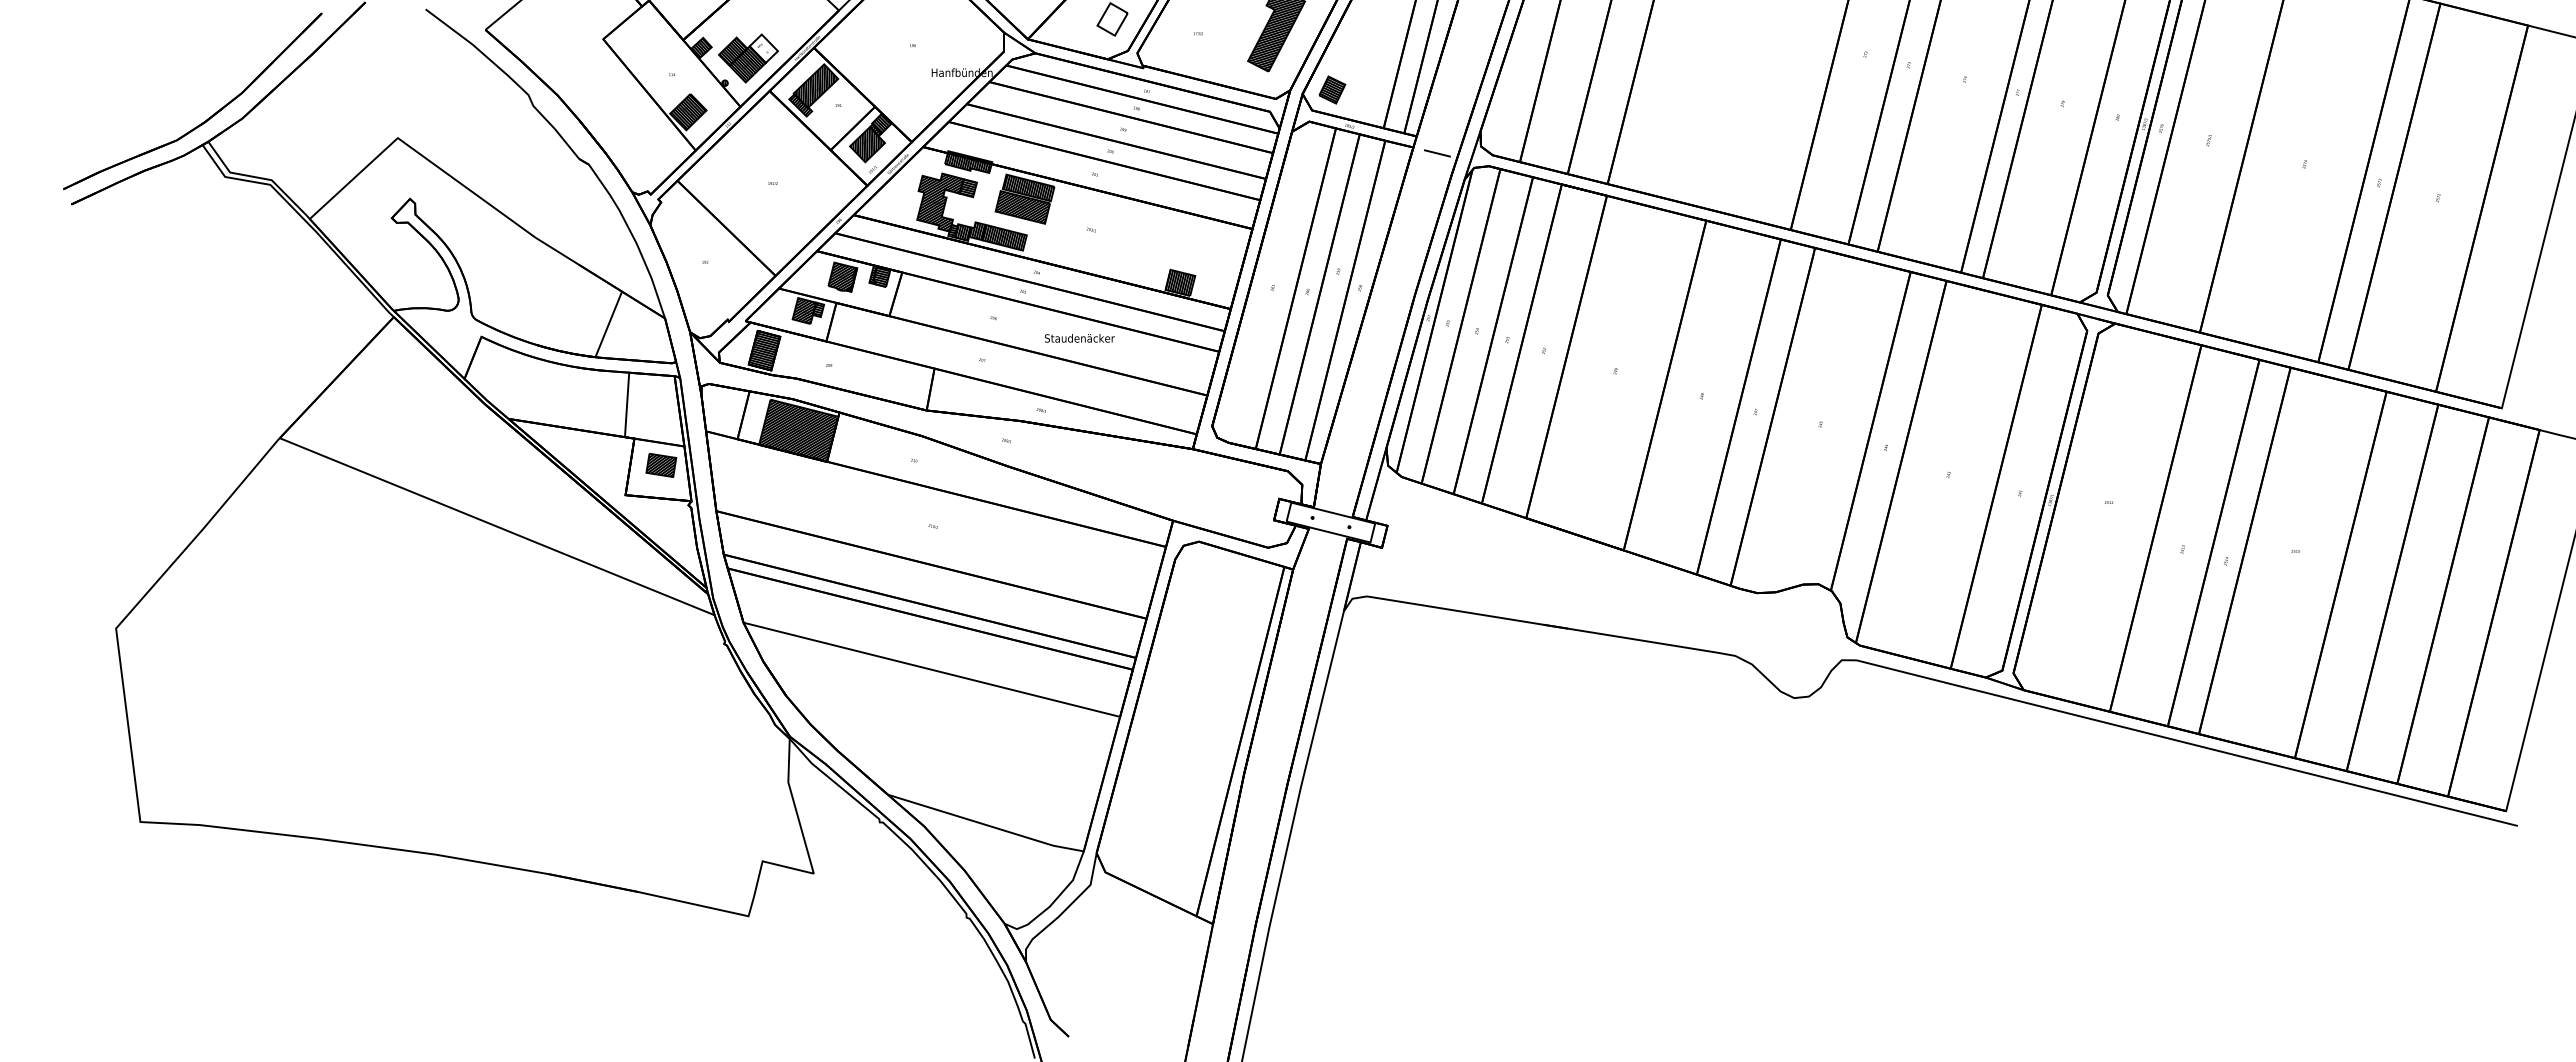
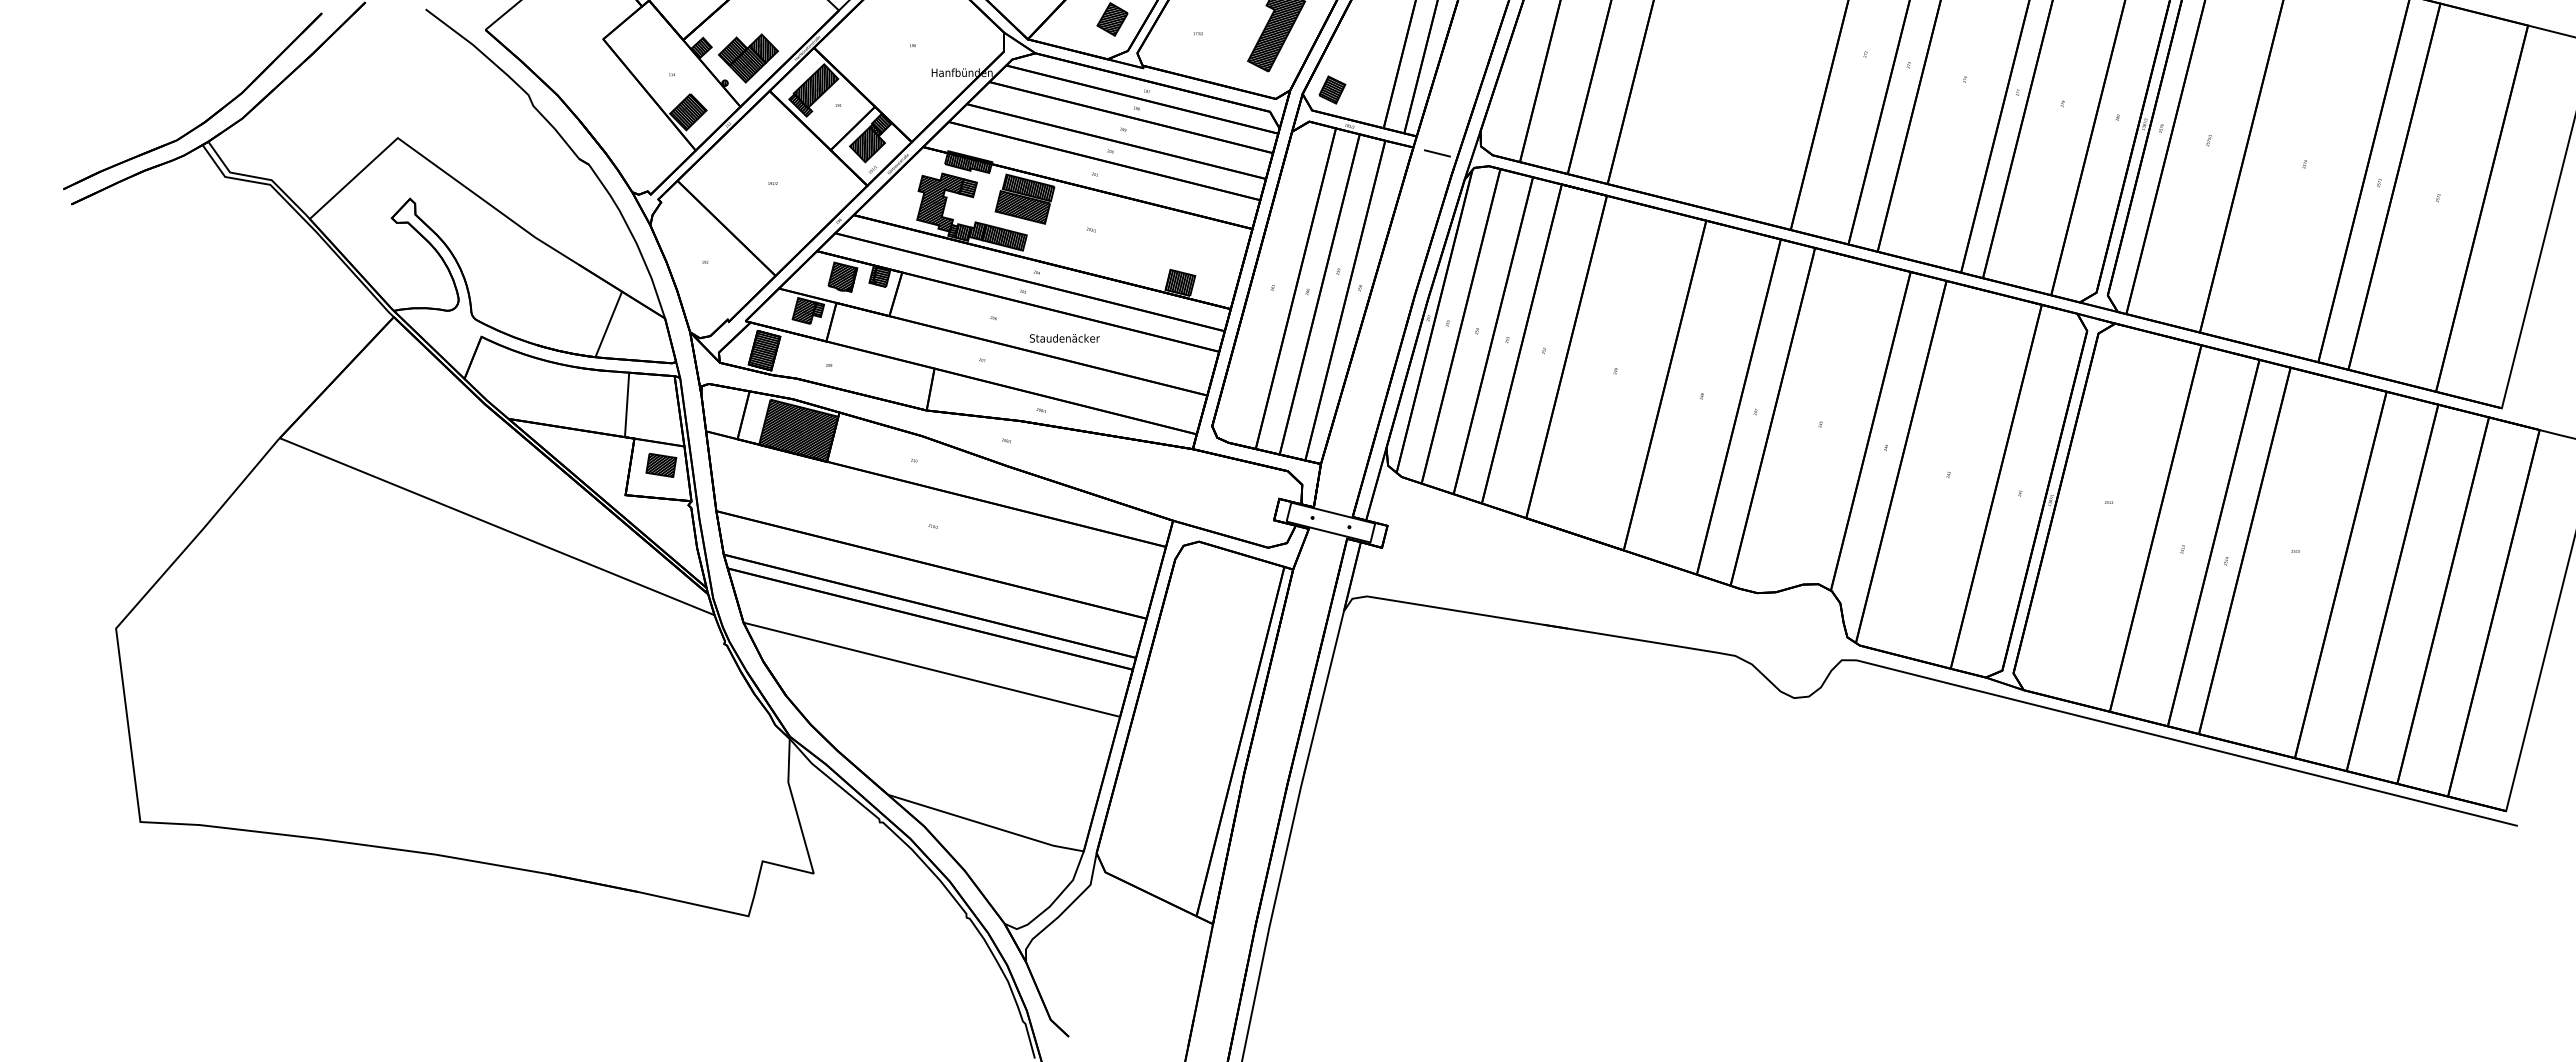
hatch at (1112, 19): none -> present
hatch at (764, 48): none -> present
text at (1079, 338) position: (1079, 338) -> (1064, 338)
